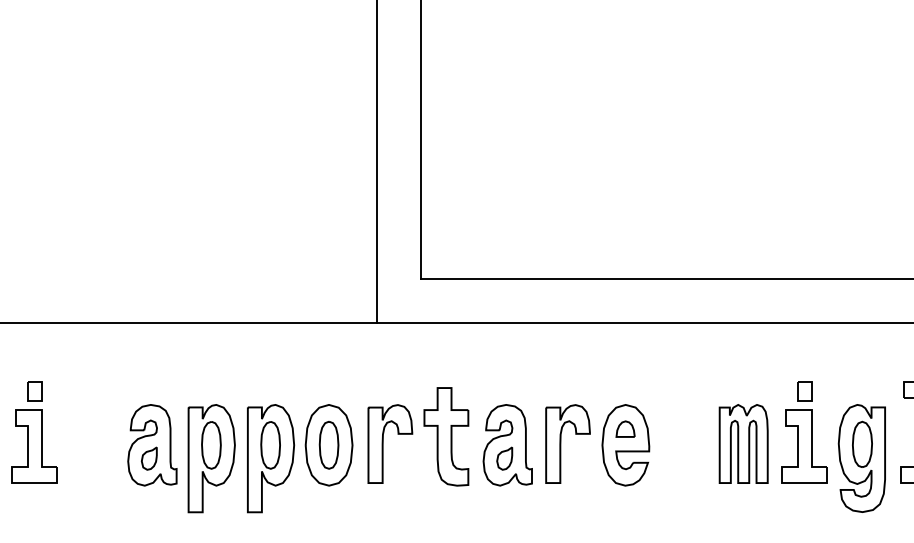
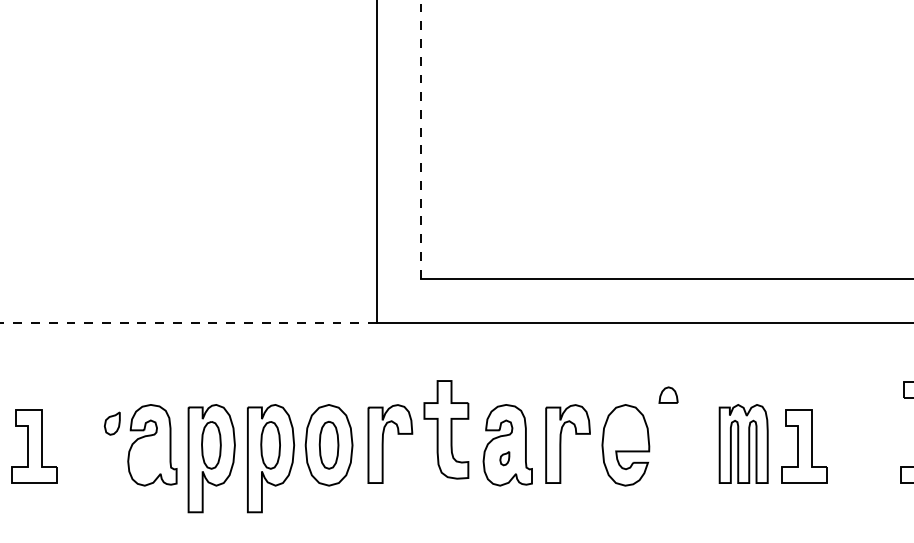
line at (421, 139): solid -> dashed
line at (188, 322): solid -> dashed
part at (34, 391): present -> none
part at (804, 391): present -> none
part at (625, 428) position: (625, 428) -> (668, 394)
part at (446, 436) position: (446, 436) -> (446, 429)
part at (148, 458) position: (148, 458) -> (111, 423)
part at (504, 458) size: 18x25 px -> 12x16 px
part at (861, 458): present -> none
